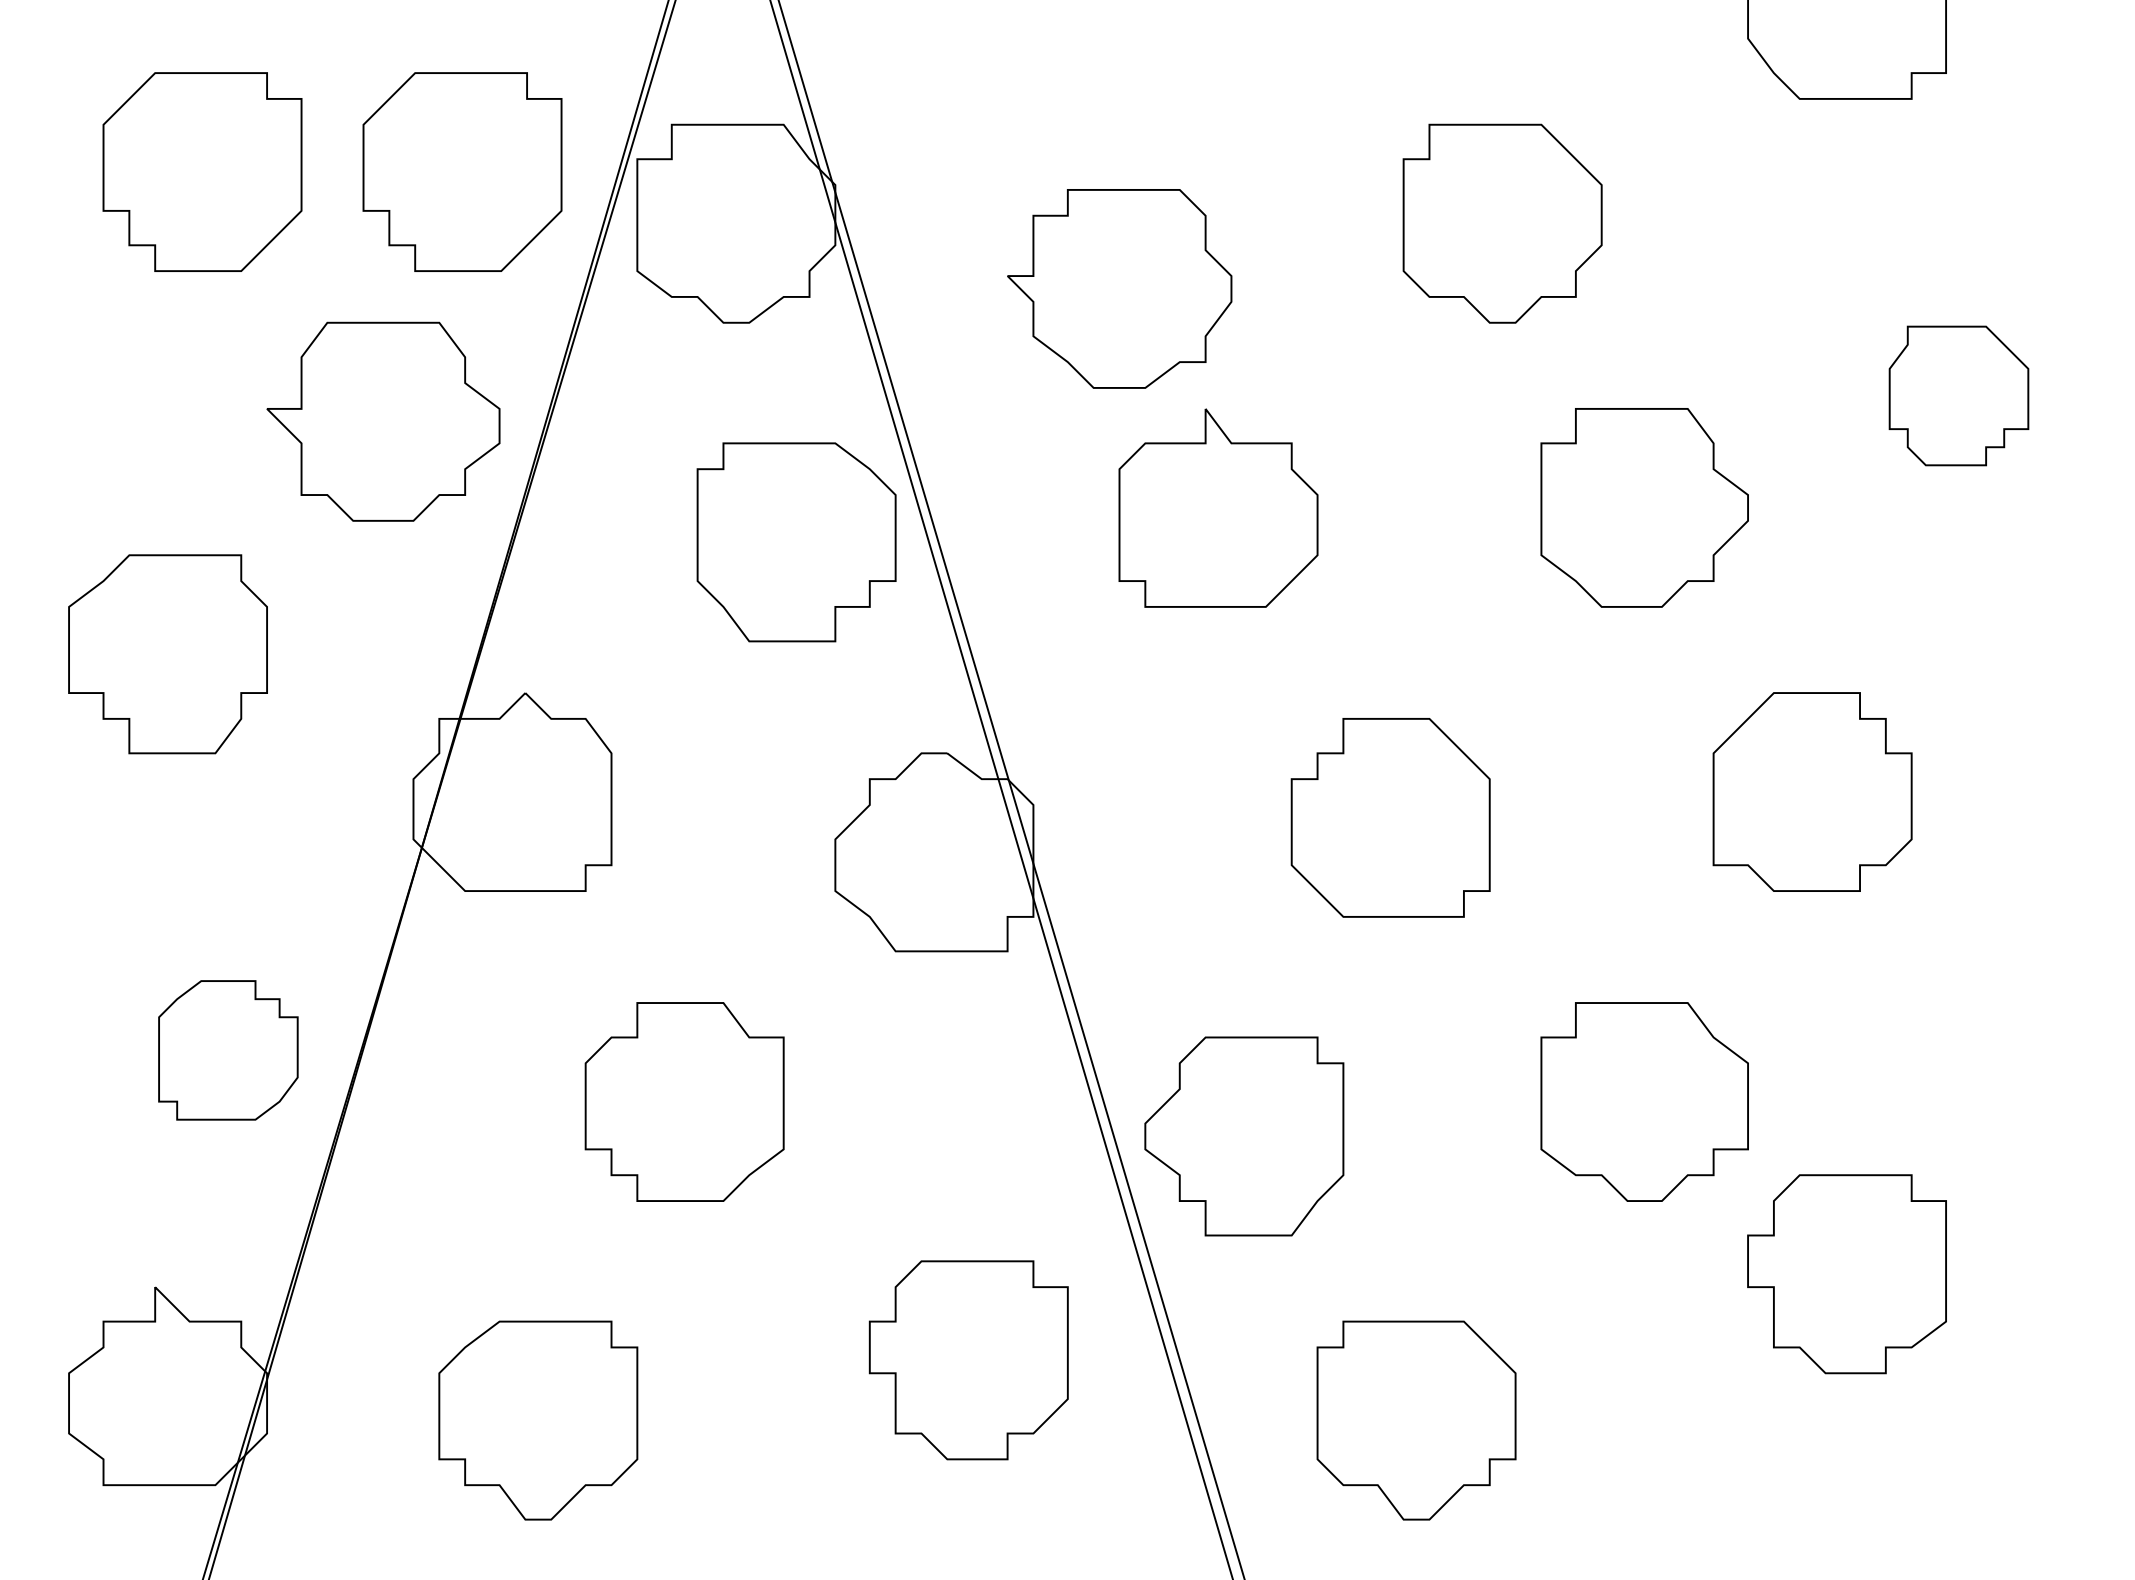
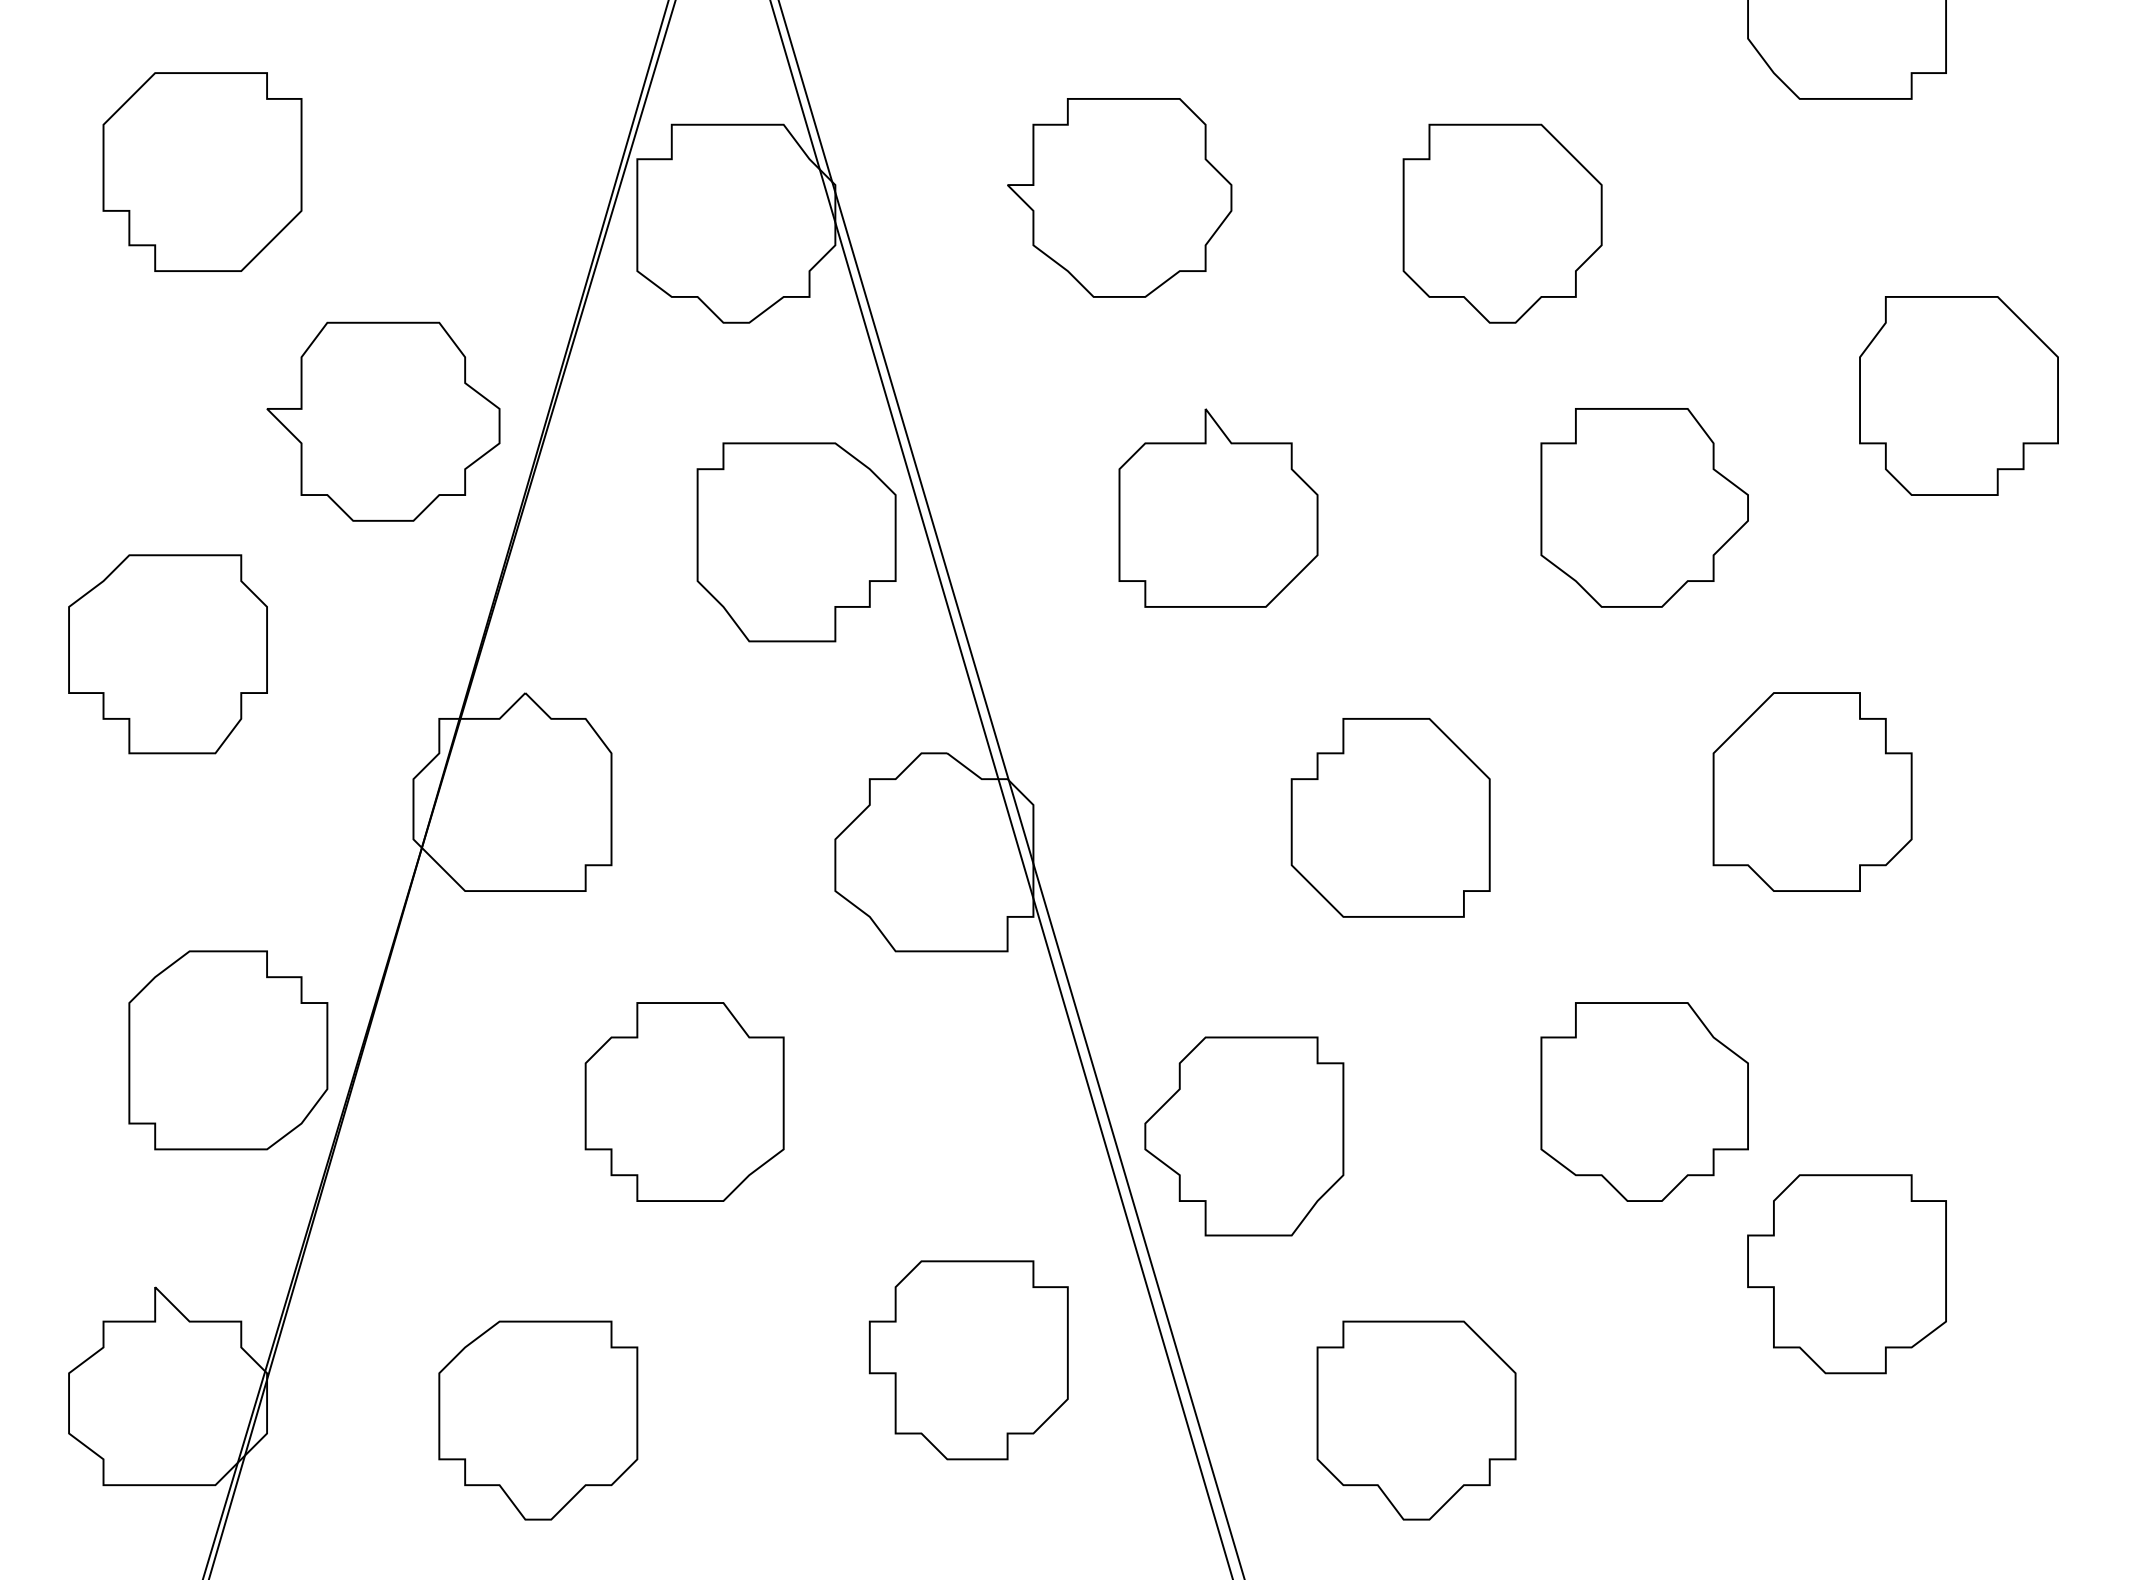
part at (462, 171): present -> none
part at (1119, 288) position: (1119, 288) -> (1119, 197)
part at (1958, 395) size: 142x142 px -> 200x200 px
part at (228, 1050) size: 141x141 px -> 201x201 px
